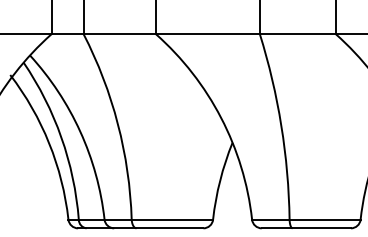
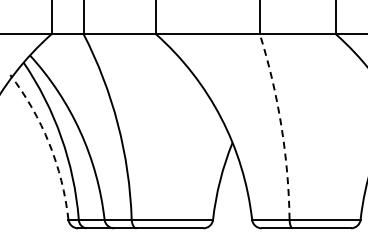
arc at (281, 125): solid -> dashed
arc at (49, 143): solid -> dashed
